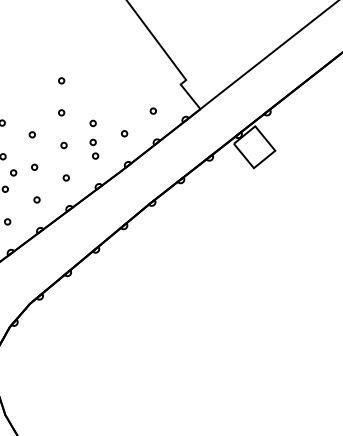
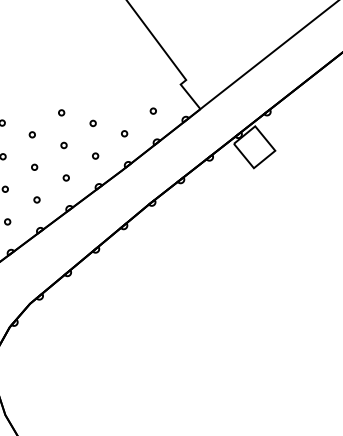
circle at (61, 80): present -> none
circle at (92, 142): present -> none
circle at (13, 172): present -> none
